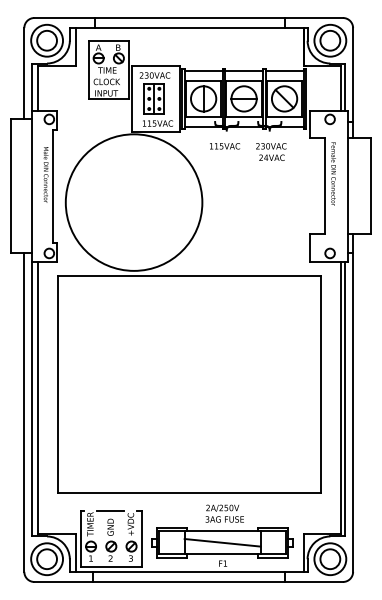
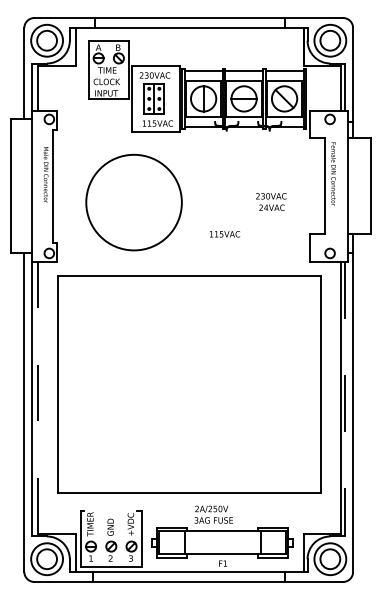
text at (225, 146) position: (225, 146) -> (225, 234)
text at (271, 151) position: (271, 151) -> (271, 201)
circle at (133, 202) diameter: 137 px -> 96 px
line at (37, 398): solid -> dashed
line at (345, 399): solid -> dashed
line at (109, 511): present -> none
text at (224, 513) position: (224, 513) -> (213, 514)
line at (222, 542): present -> none
